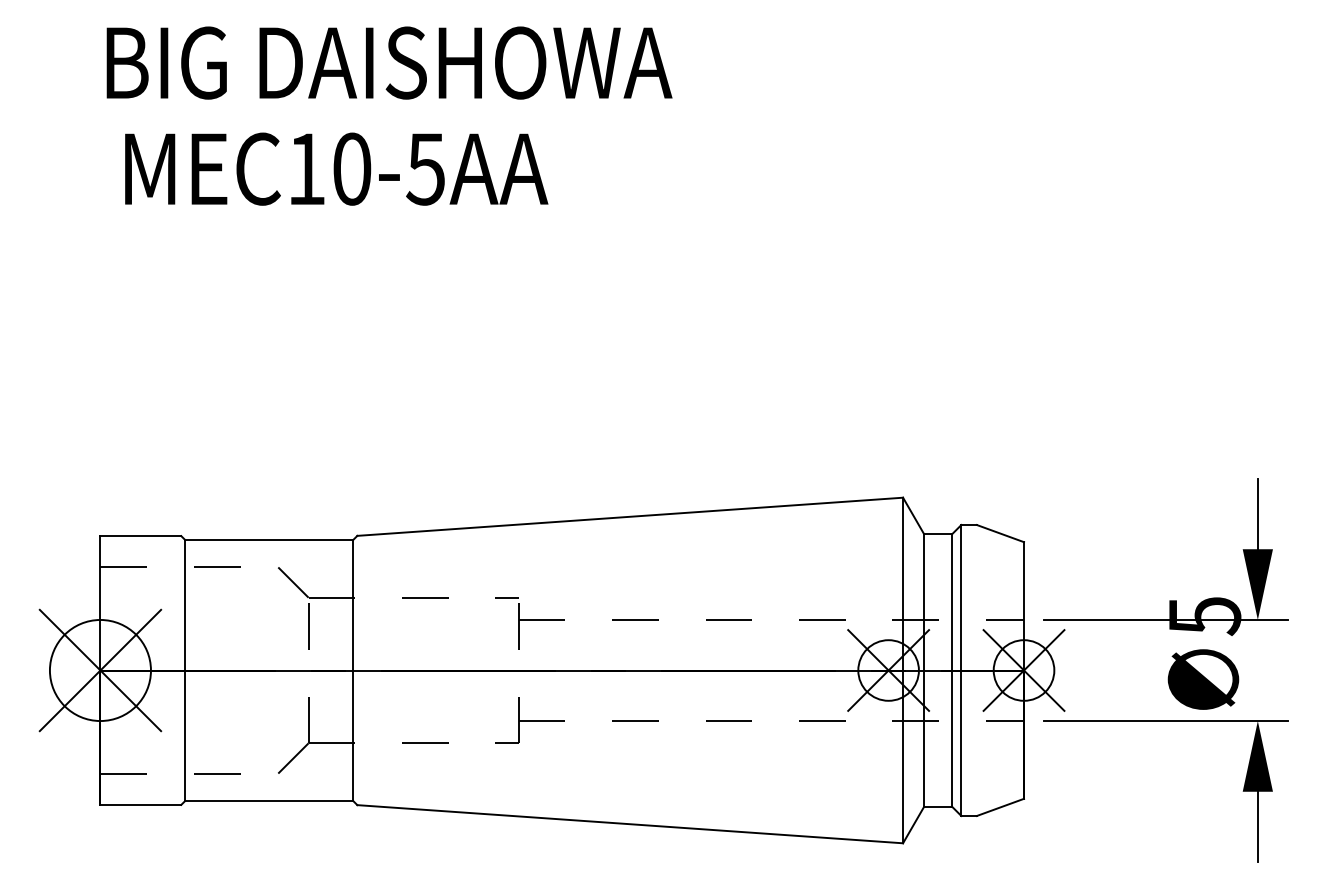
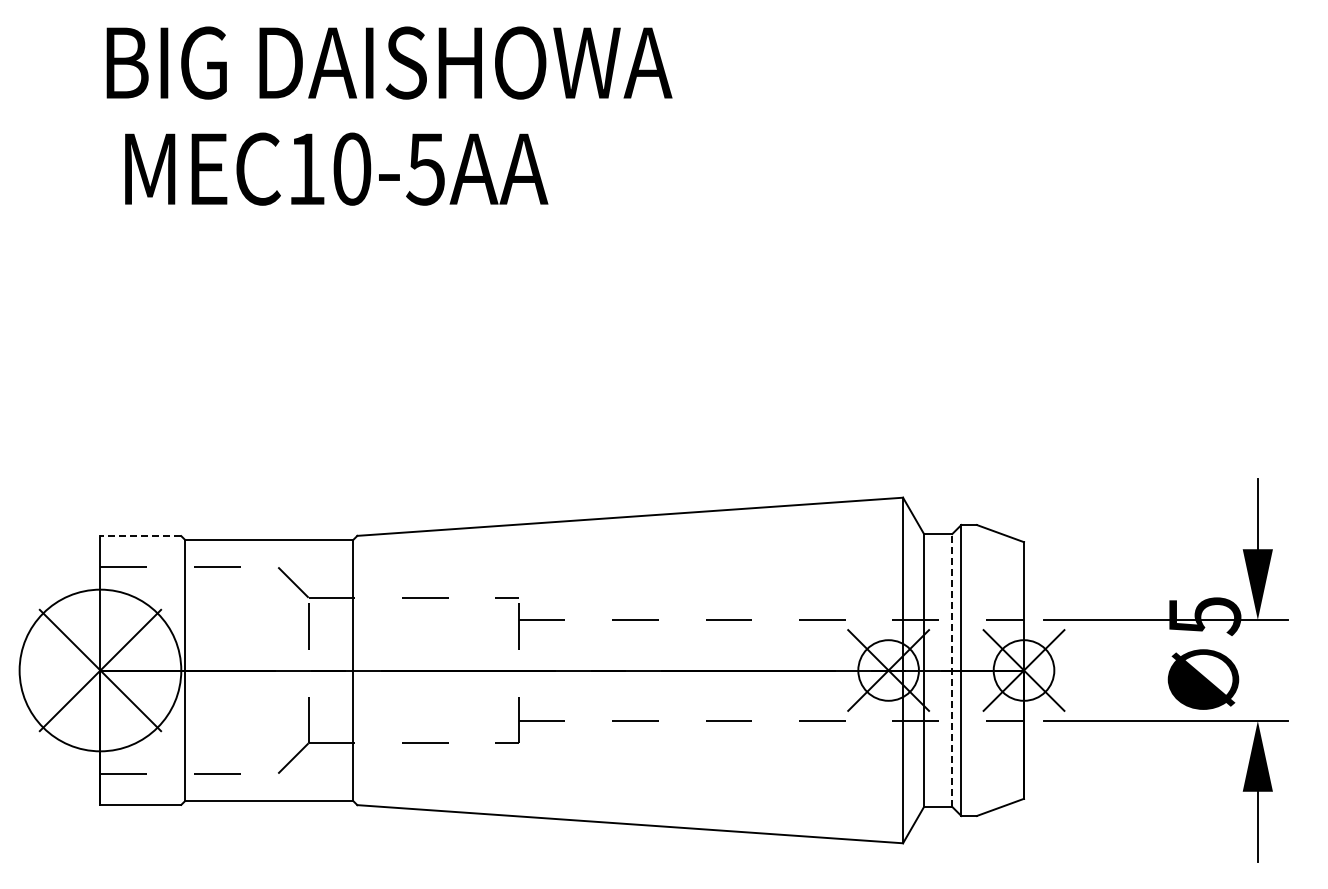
line at (140, 536): solid -> dashed
circle at (99, 670) diameter: 101 px -> 162 px
line at (952, 670): solid -> dashed
